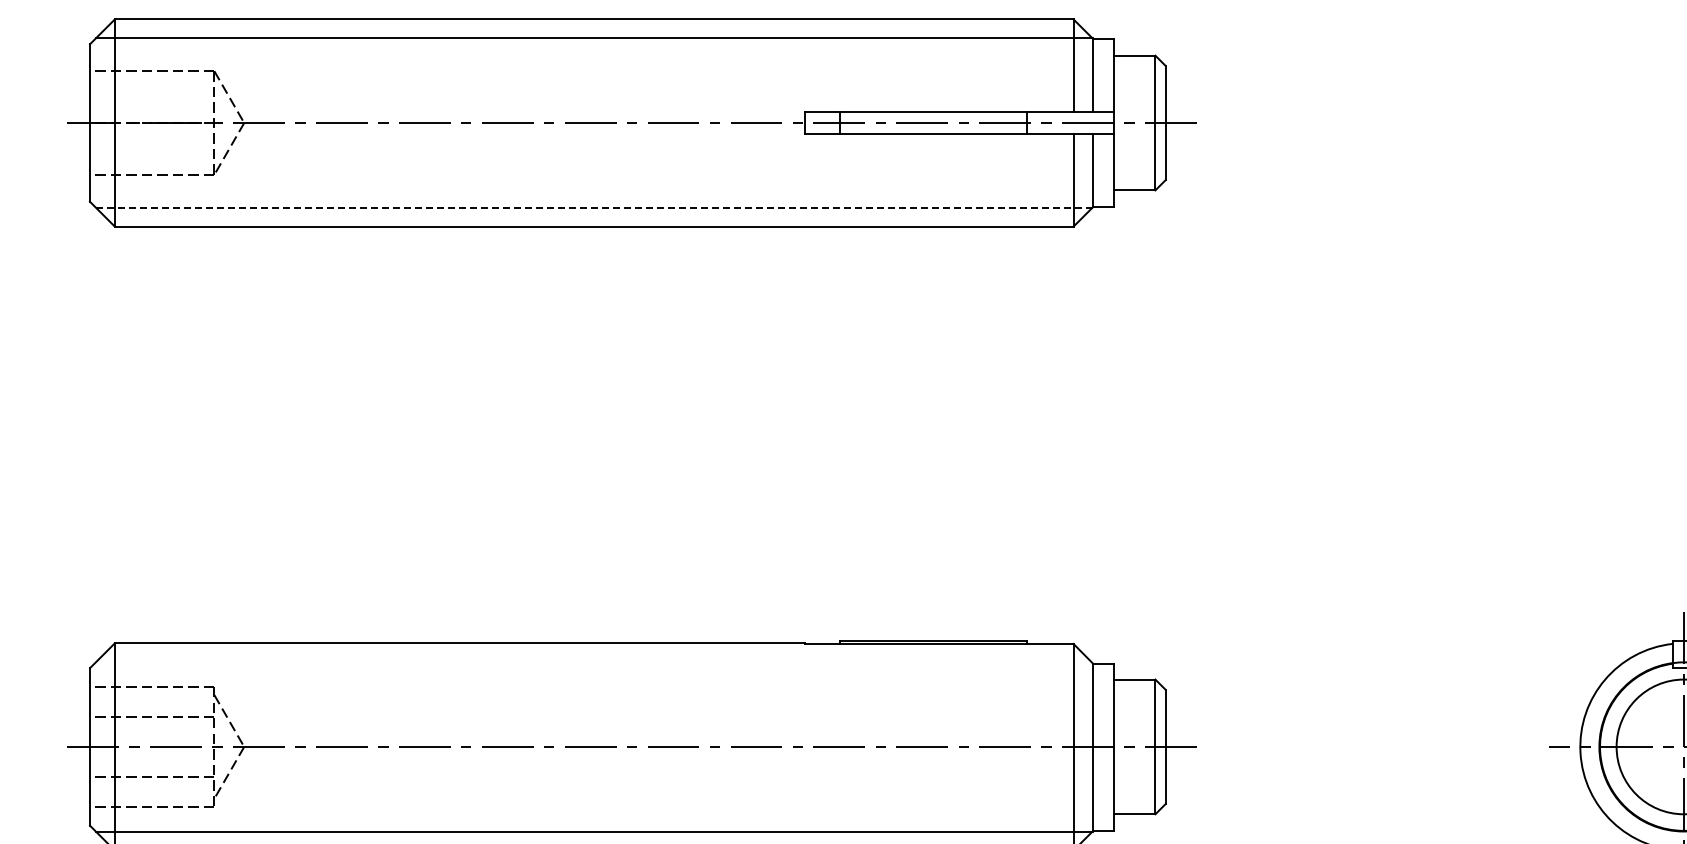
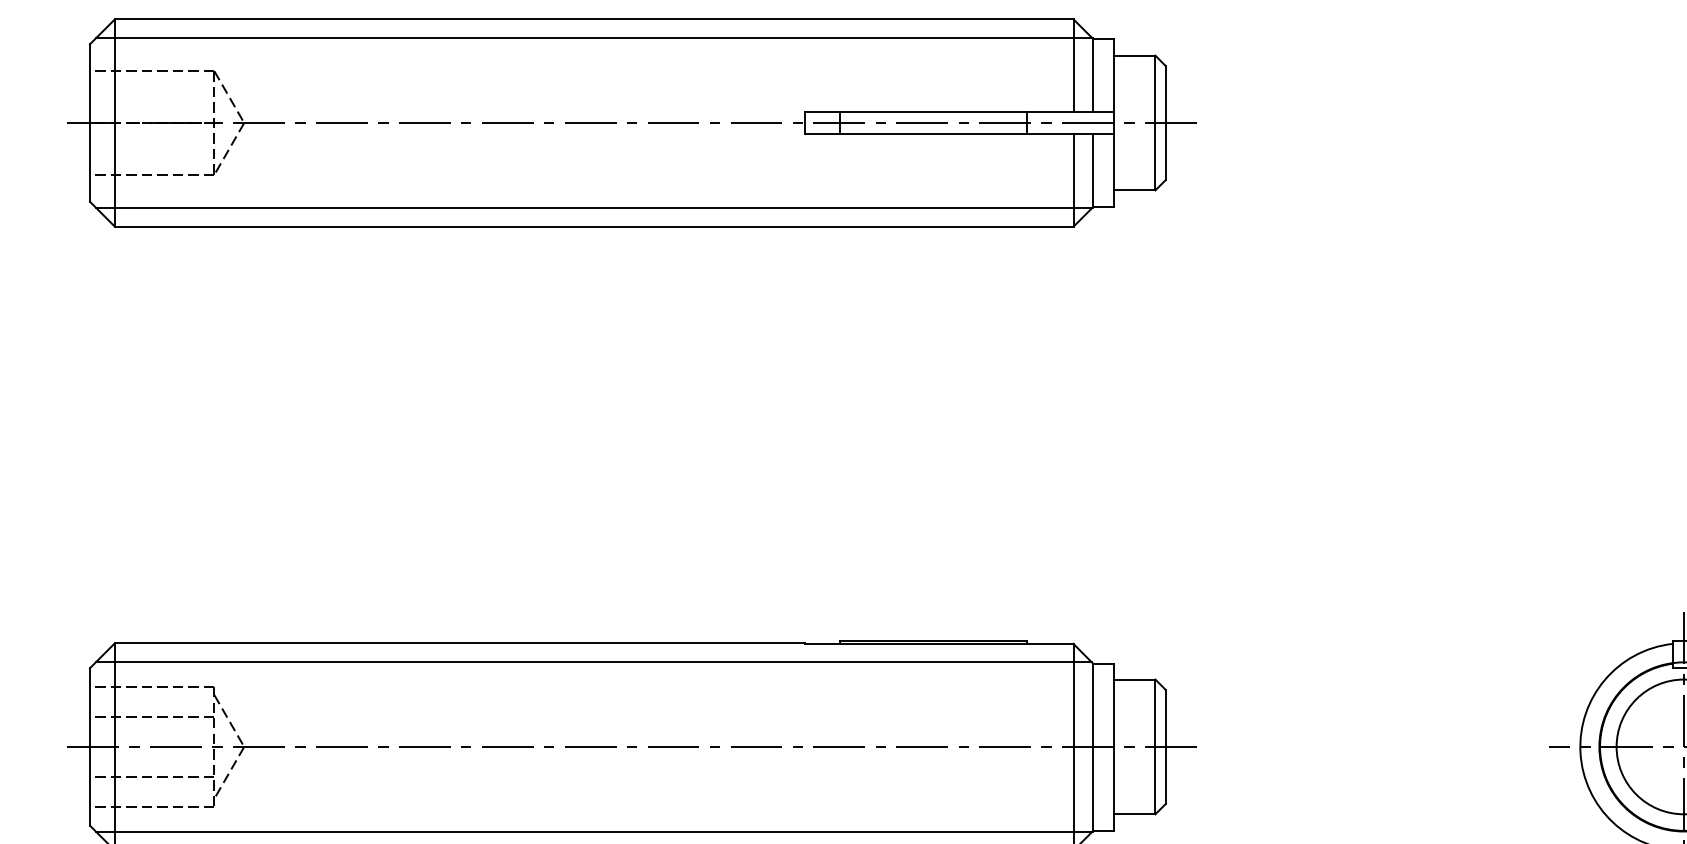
line at (594, 207): dashed -> solid
line at (593, 662): none -> present
